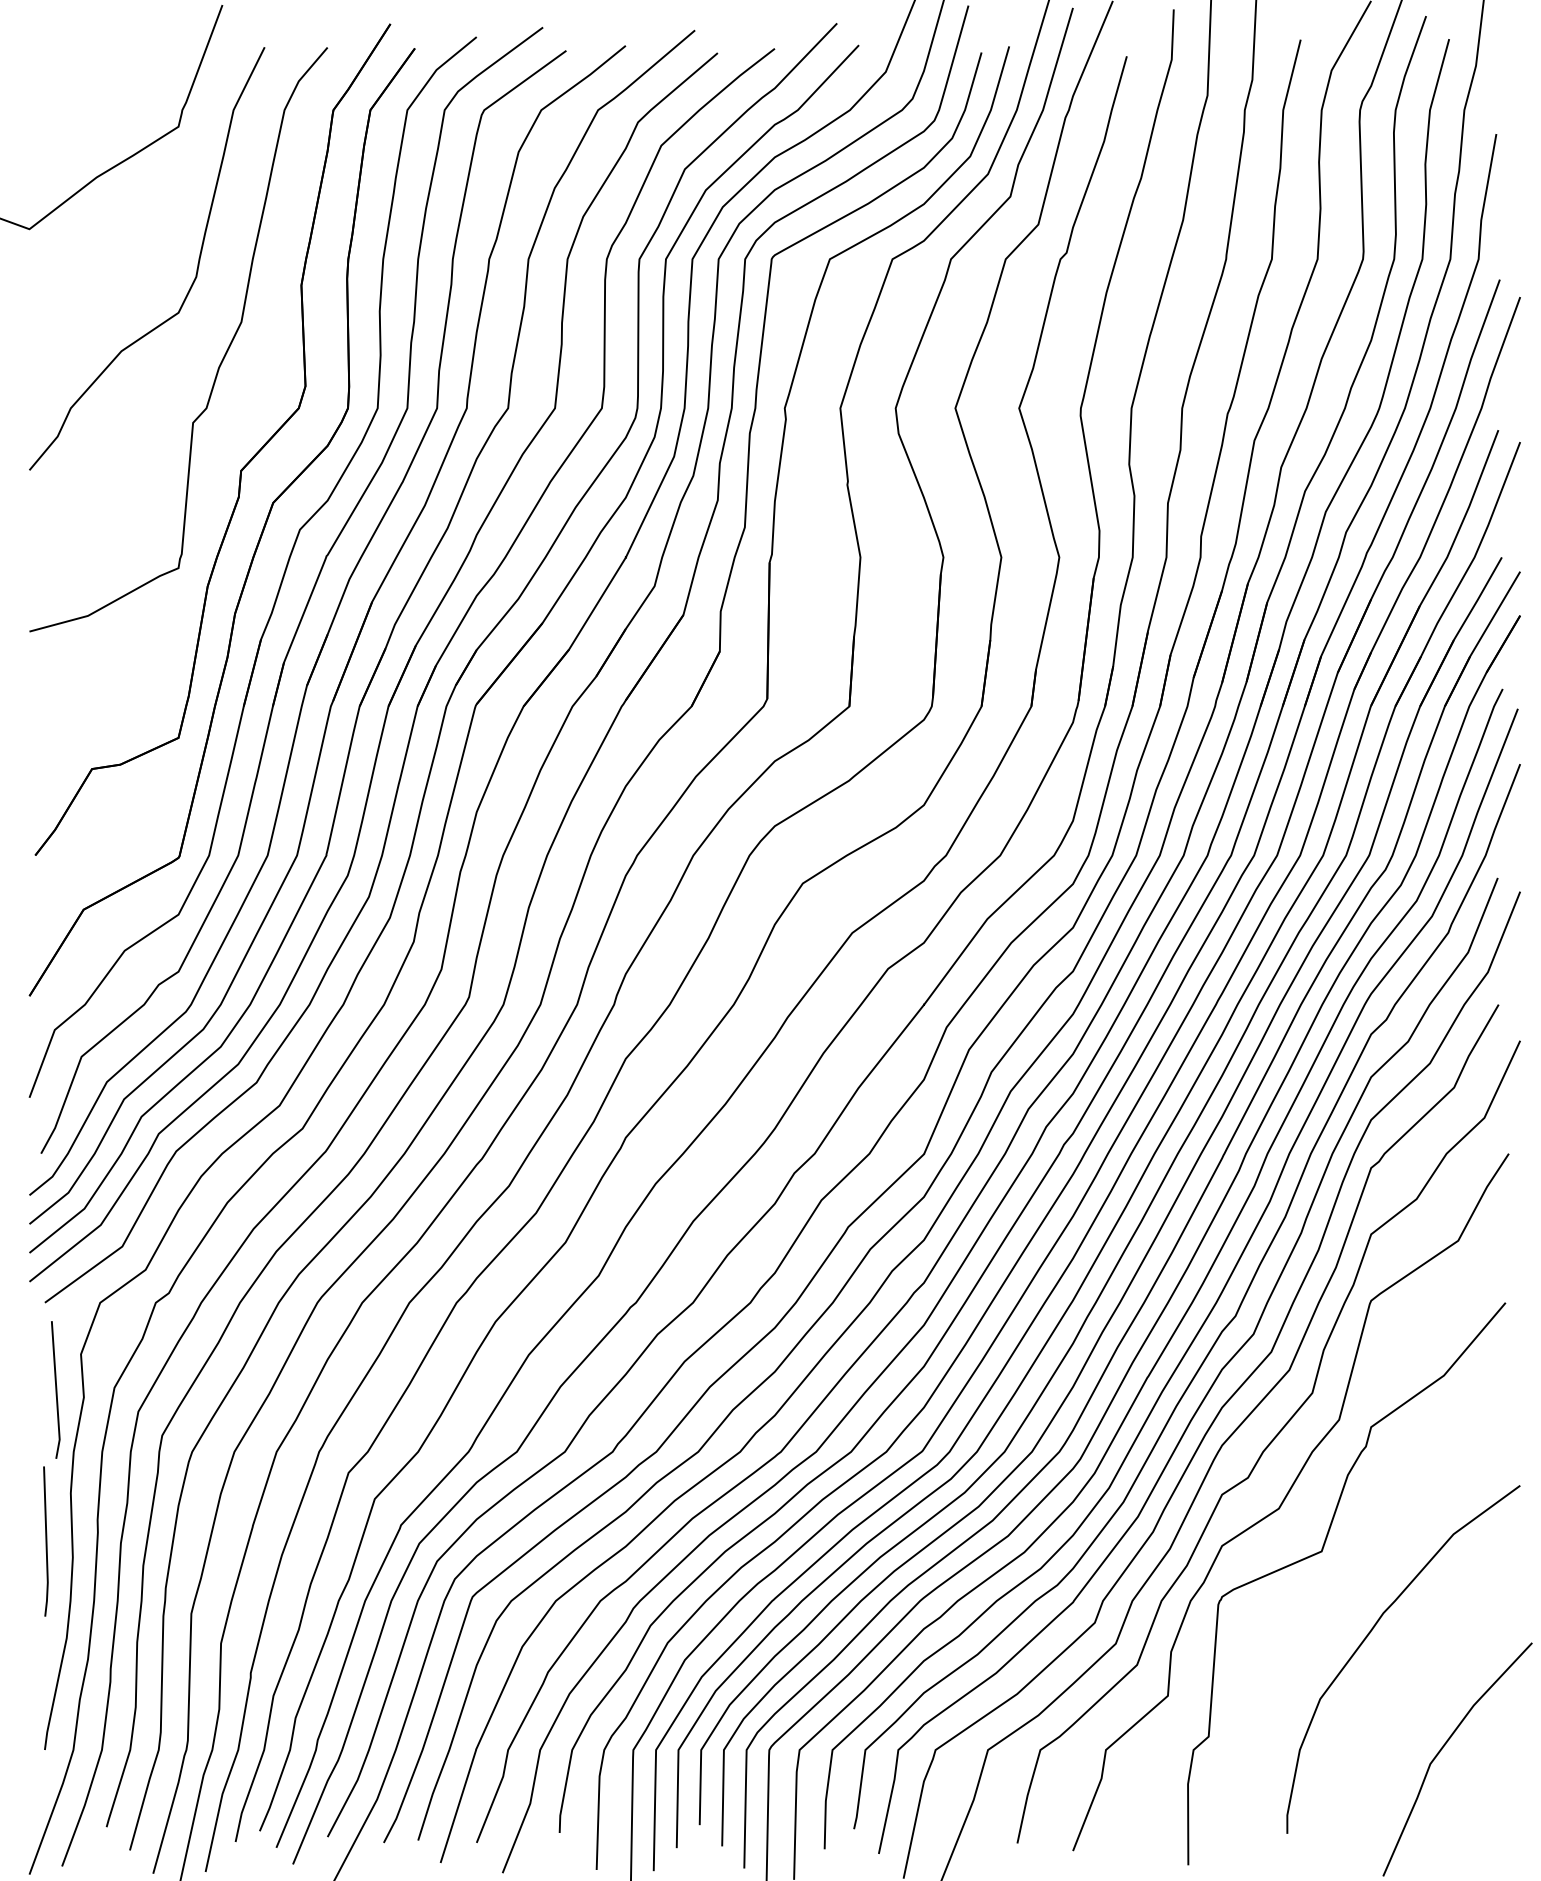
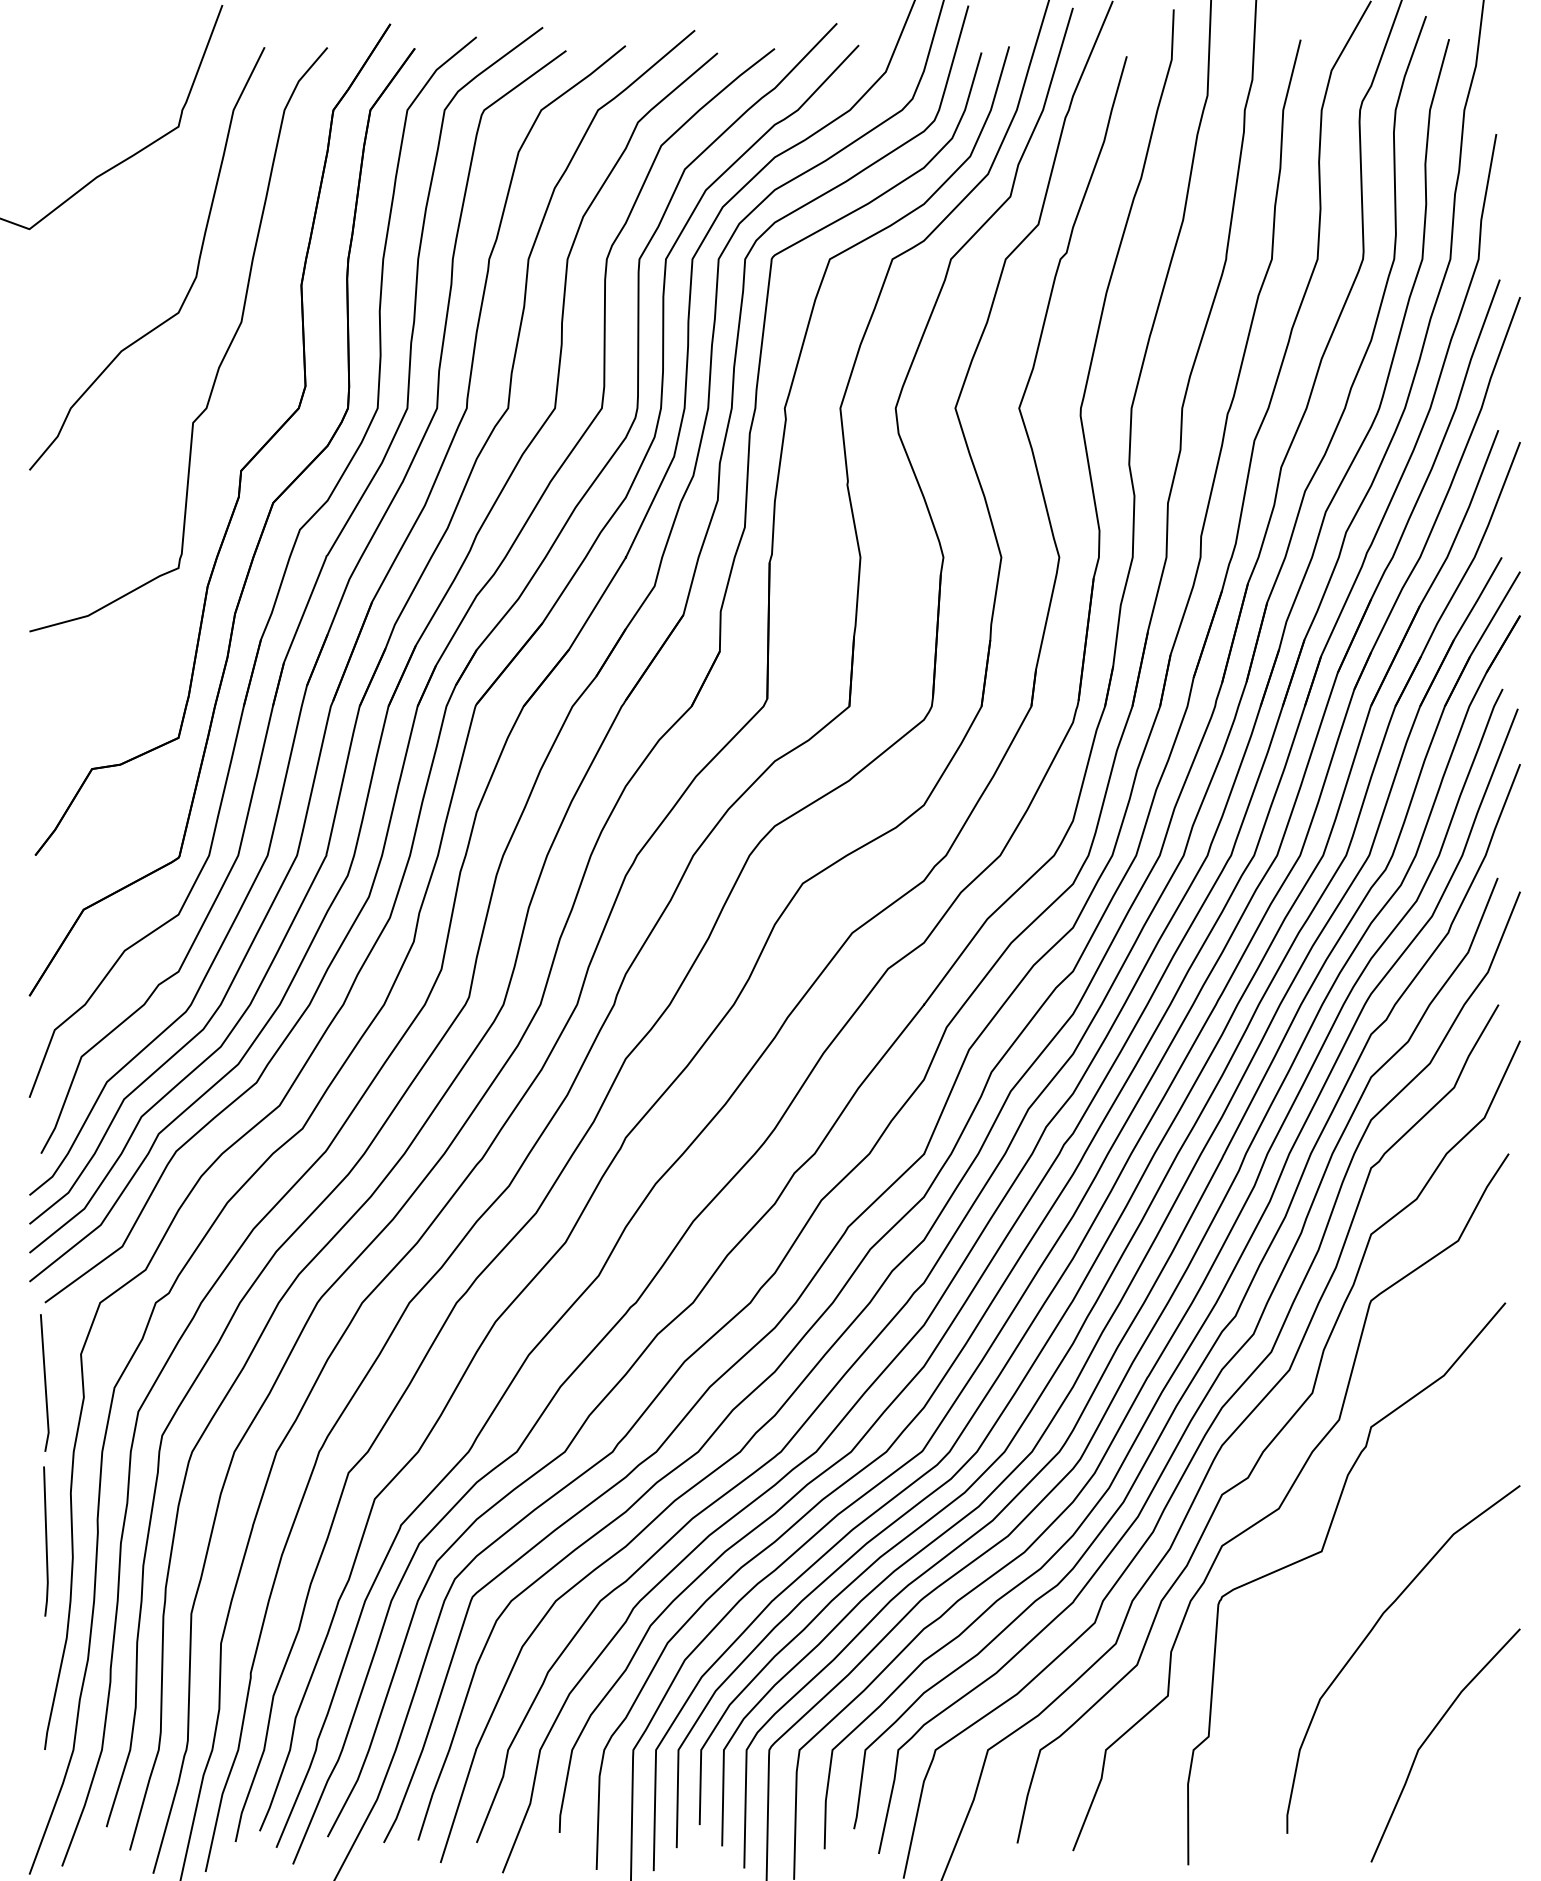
line at (55, 1389) position: (55, 1389) -> (44, 1382)
line at (1443, 1748) position: (1443, 1748) -> (1431, 1734)
